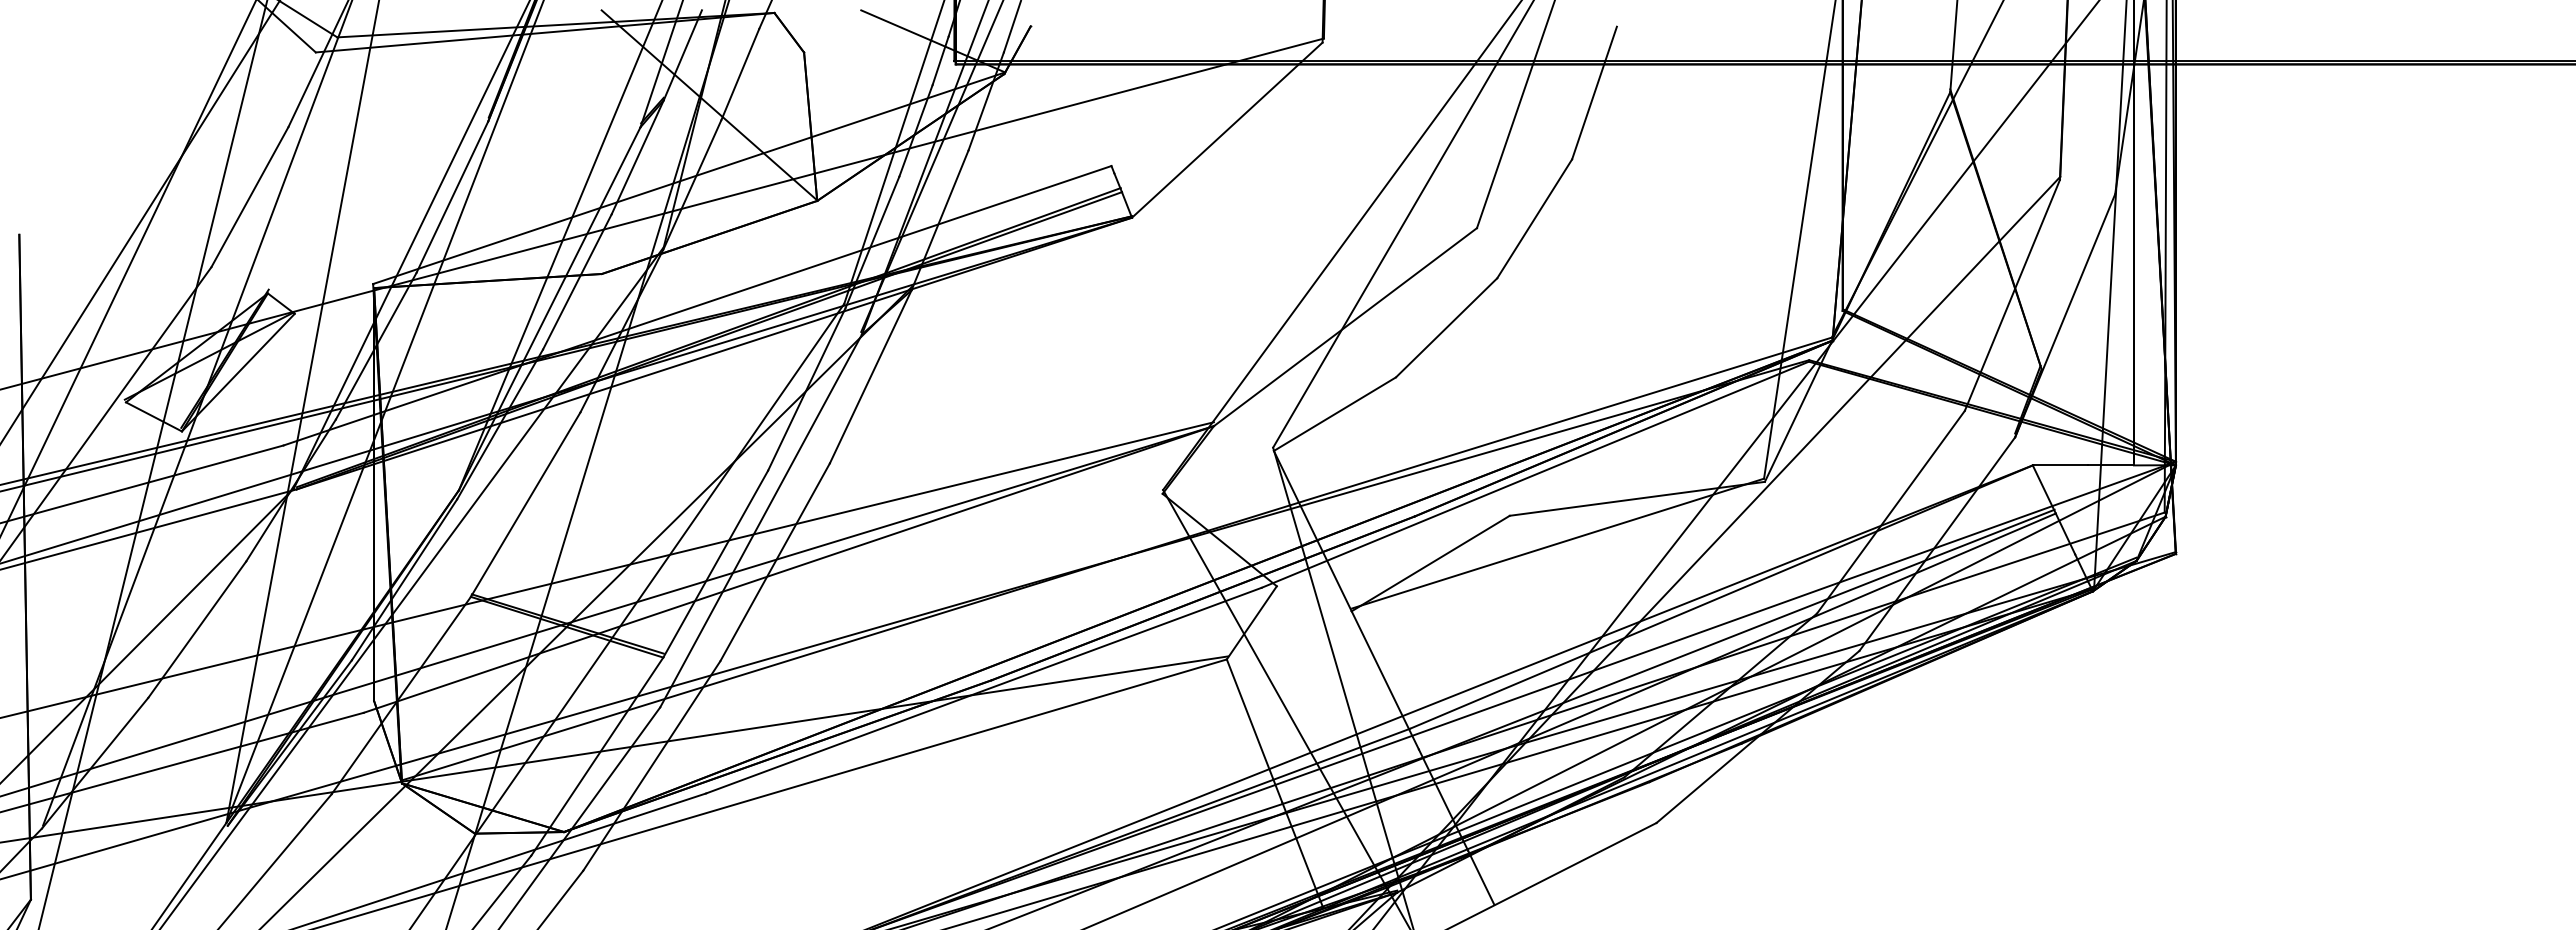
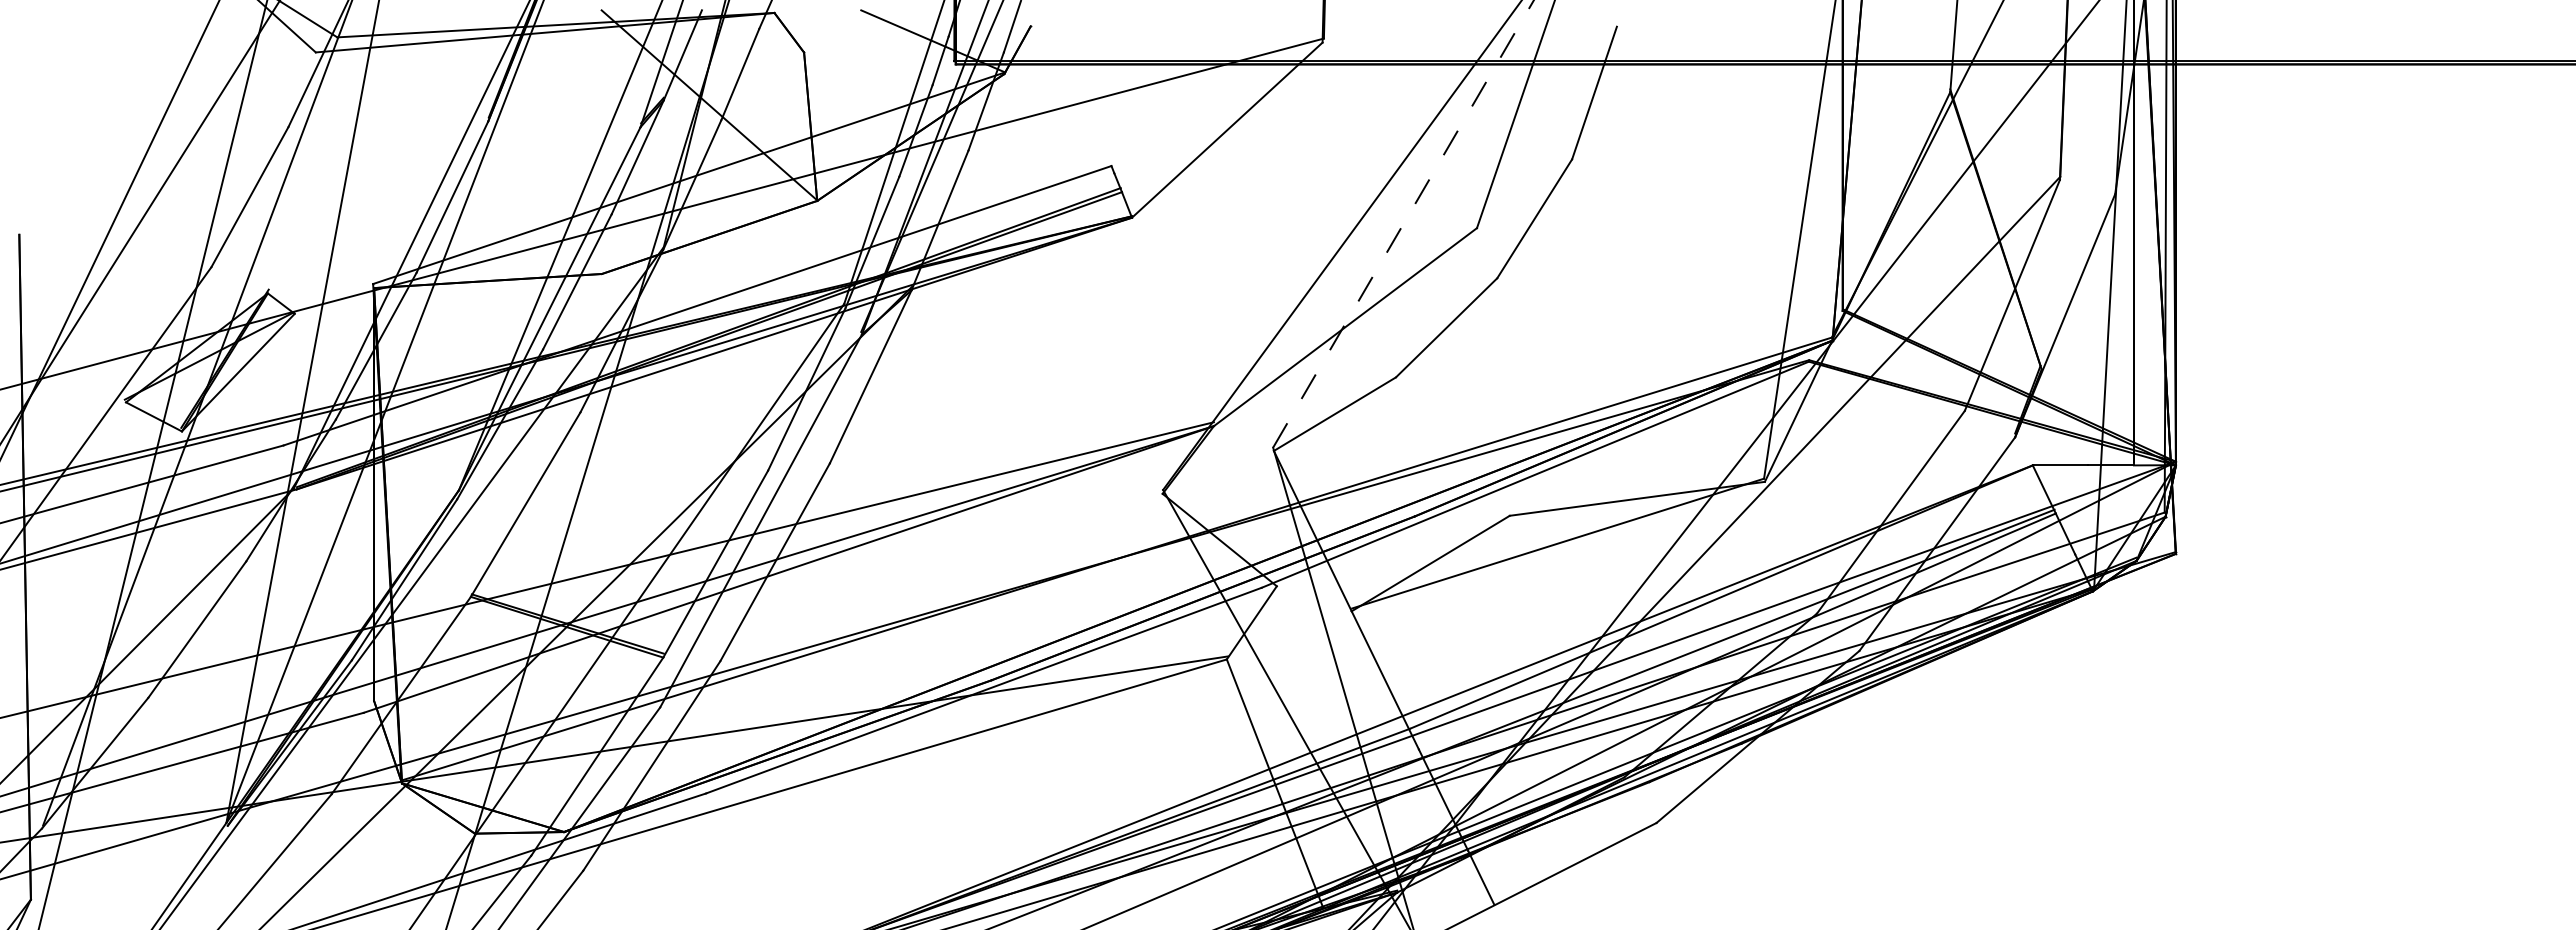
line at (1403, 224): solid -> dashed
line at (128, 267) position: (128, 267) -> (110, 229)
